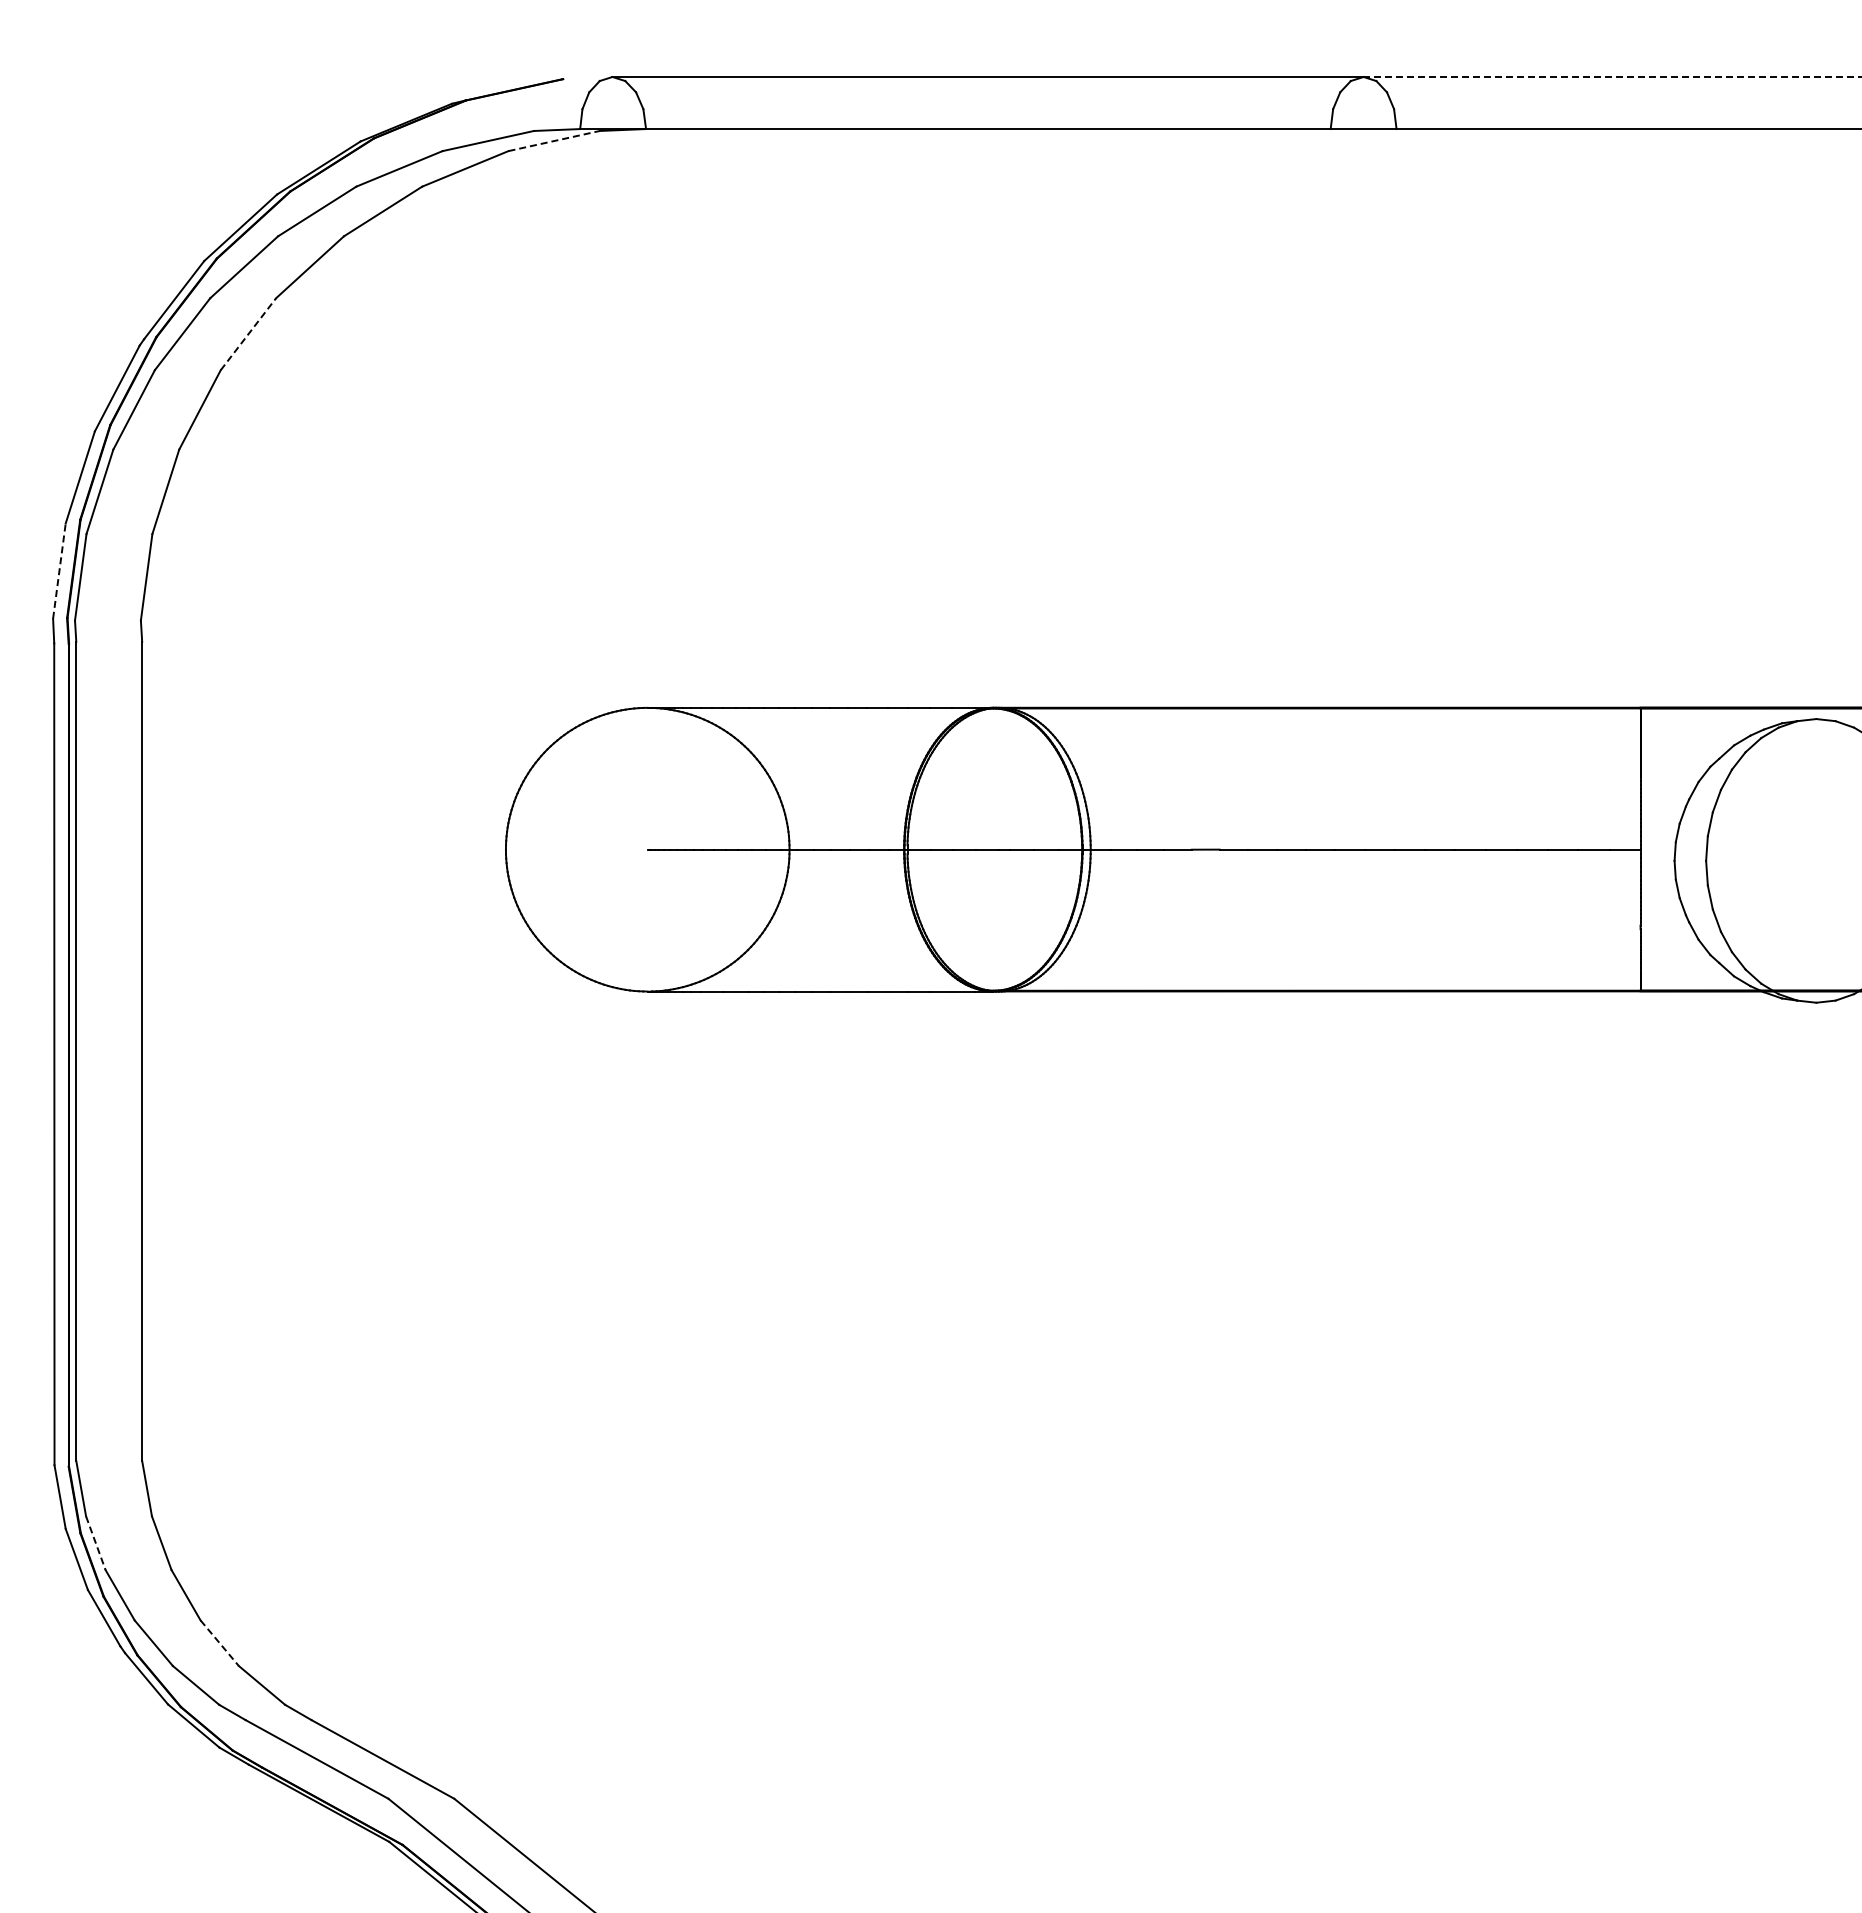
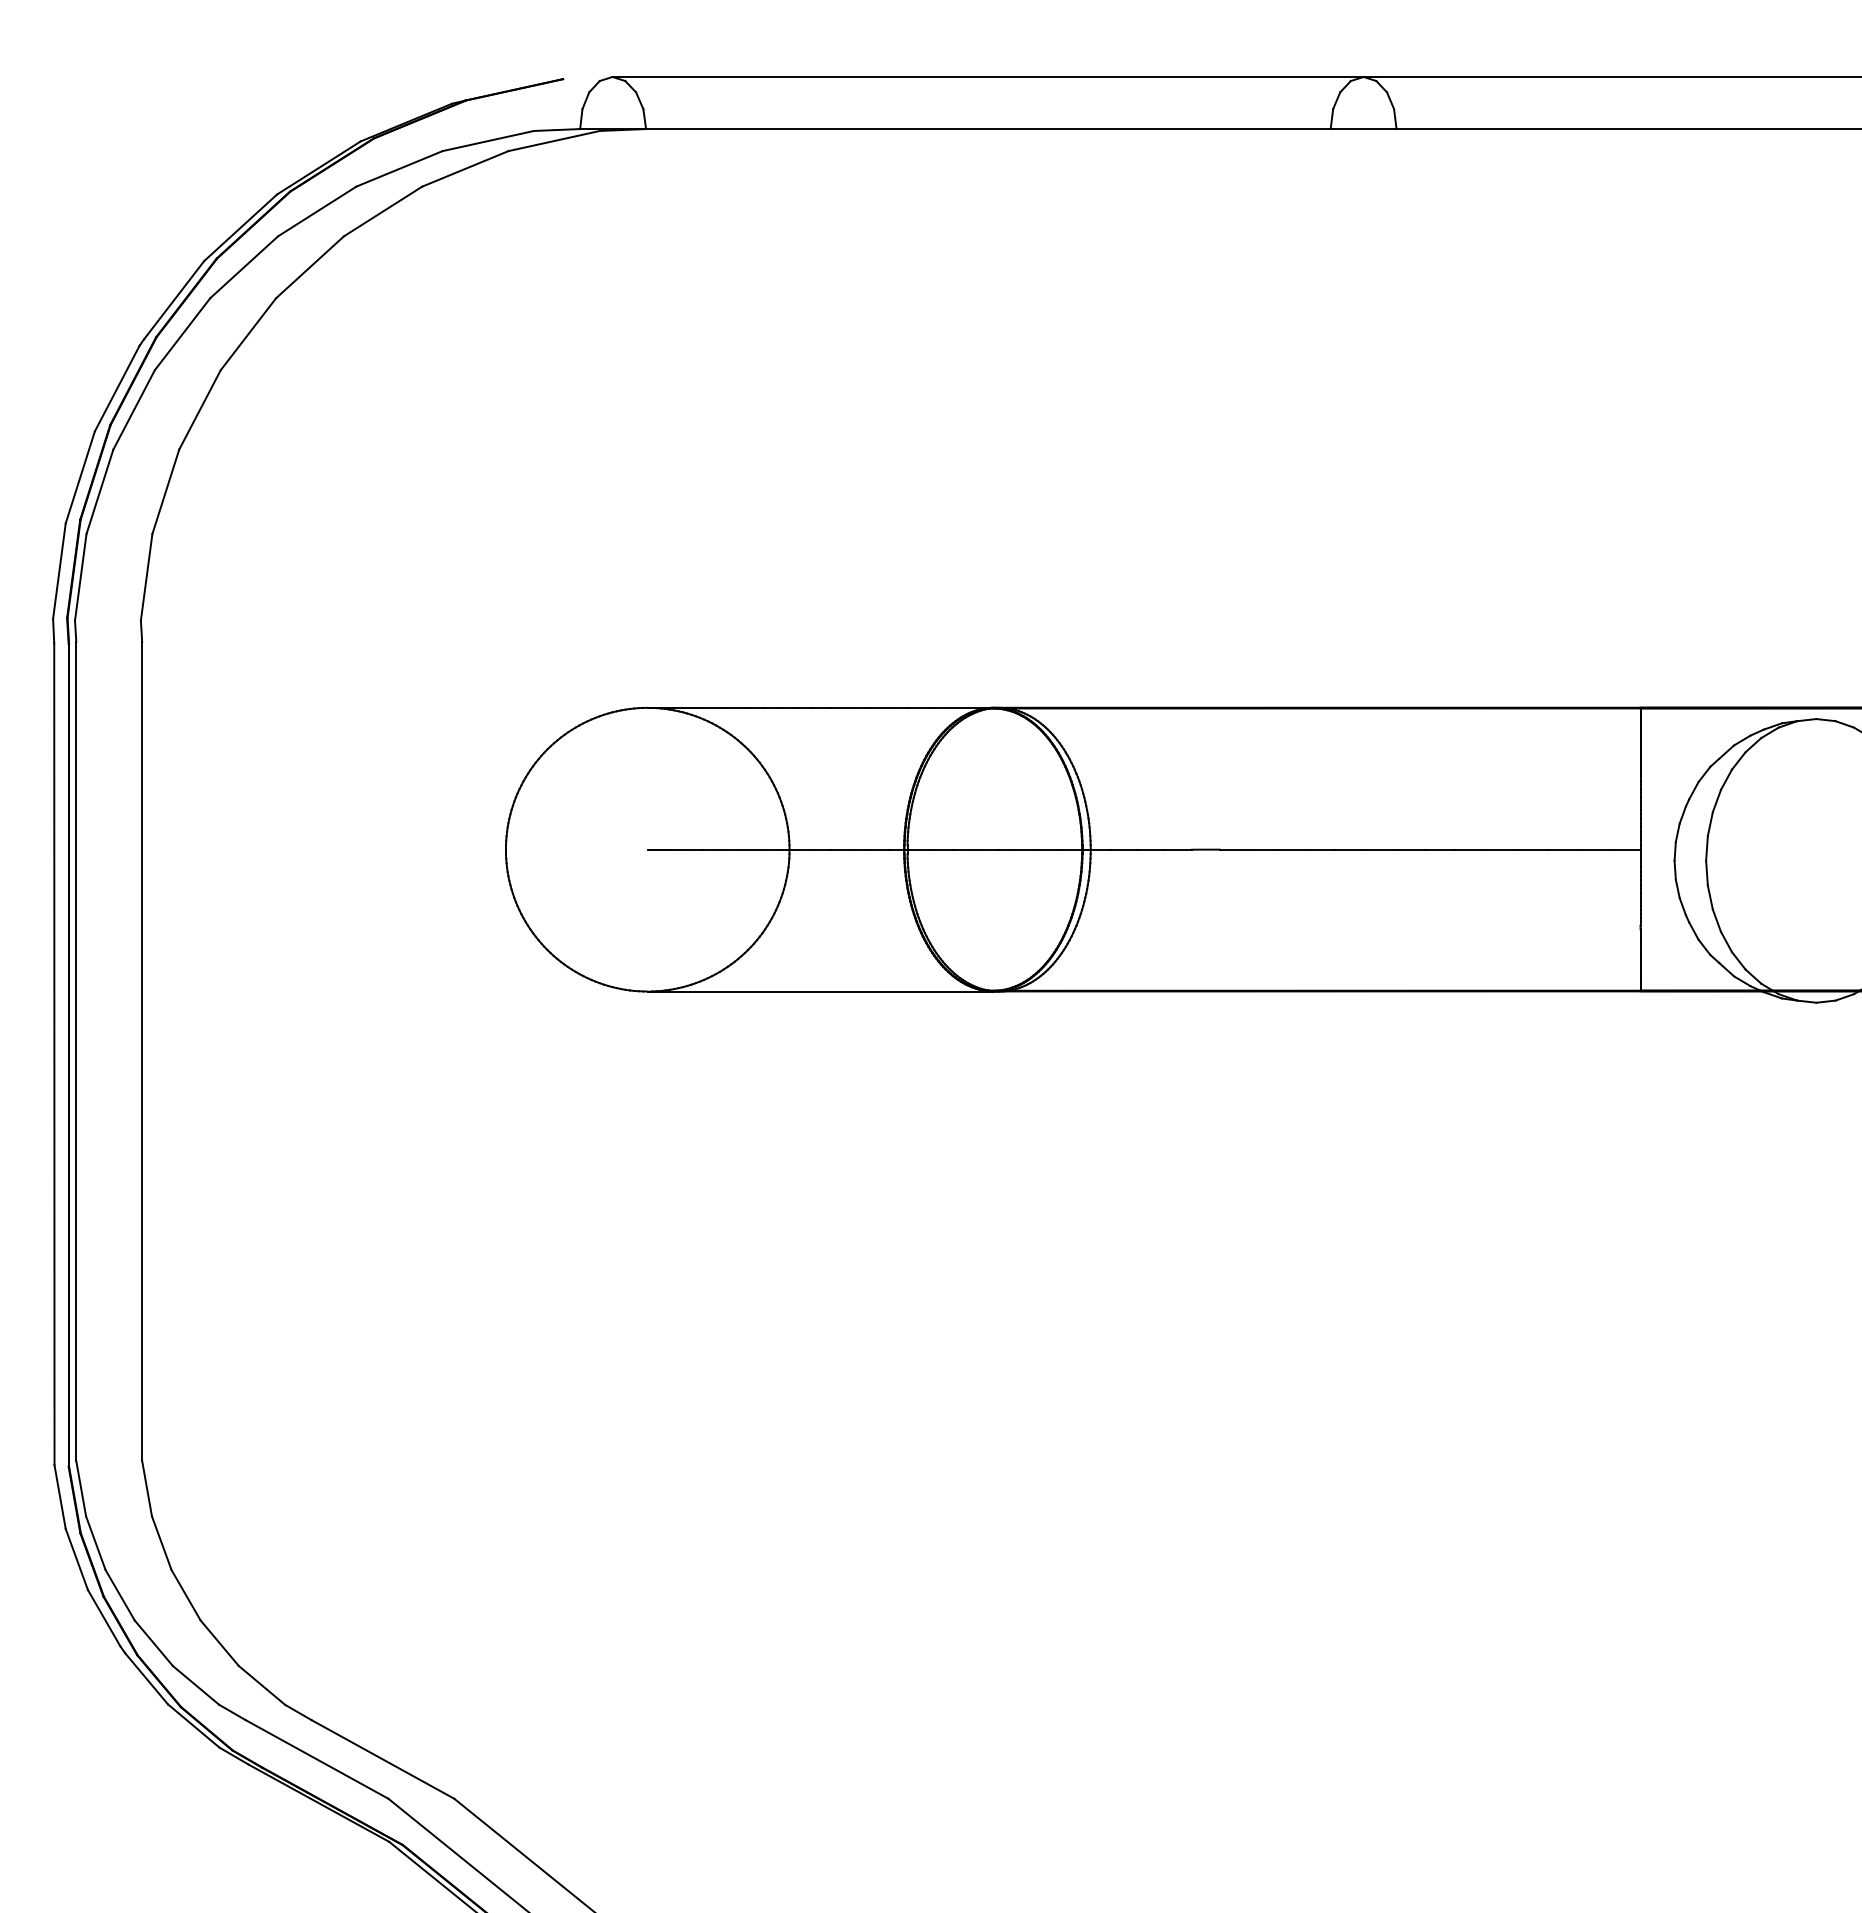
line at (1612, 77): dashed -> solid
line at (554, 141): dashed -> solid
line at (248, 333): dashed -> solid
line at (59, 570): dashed -> solid
line at (95, 1543): dashed -> solid
line at (219, 1643): dashed -> solid
